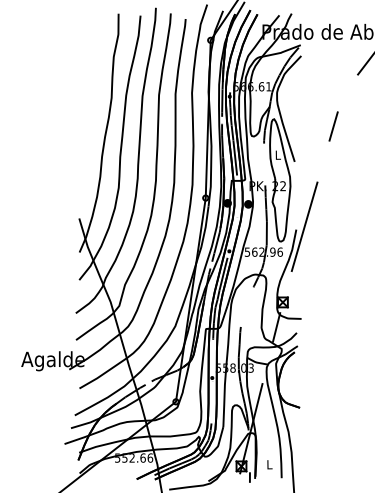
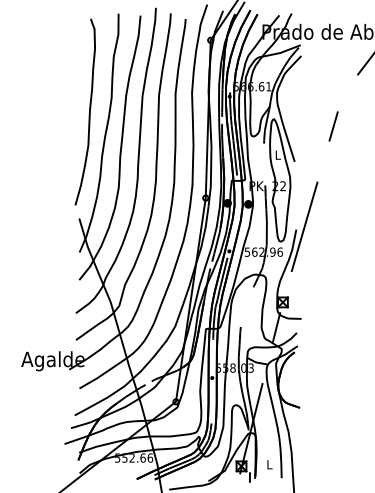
curve at (89, 111): none -> present
